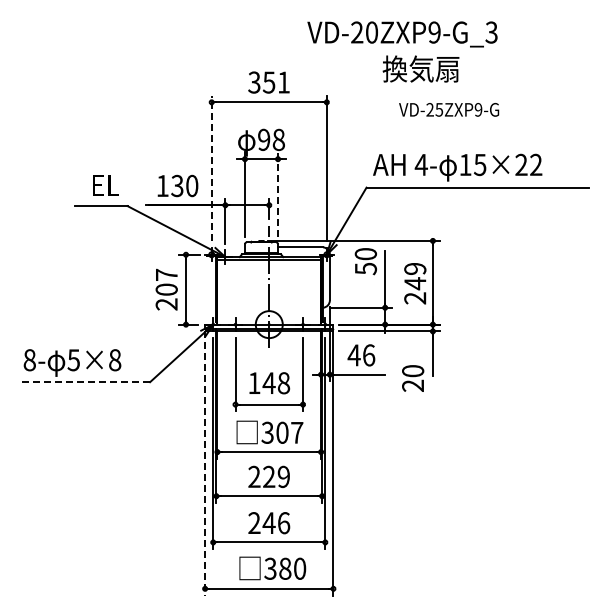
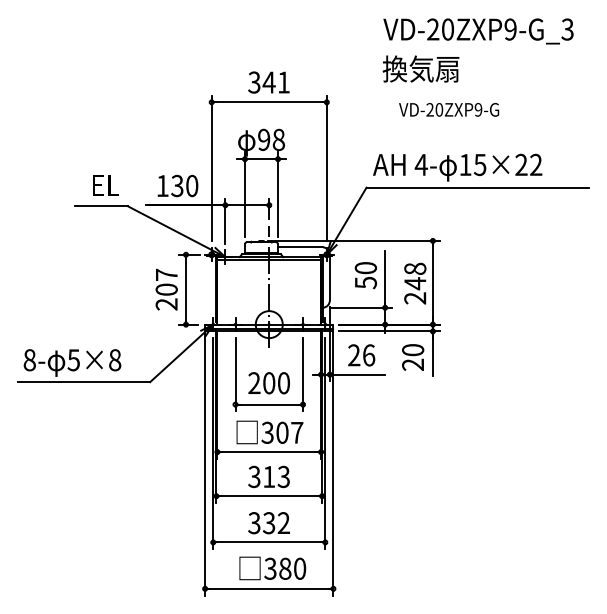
text at (402, 34) position: (402, 34) -> (478, 31)
text at (268, 82): 351 -> 341
text at (439, 109): VD-25ZXP9-G -> VD-20ZXP9-G
line at (211, 168): dashed -> solid
line at (278, 194): dashed -> solid
text at (365, 261) position: (365, 261) -> (365, 275)
text at (415, 268): 249 -> 248
text at (353, 355): 46 -> 26
text at (413, 378) position: (413, 378) -> (413, 357)
line at (83, 382): dashed -> solid
text at (269, 383): 148 -> 200
line at (205, 463): dashed -> solid
text at (268, 476): 229 -> 313
text at (269, 523): 246 -> 332
